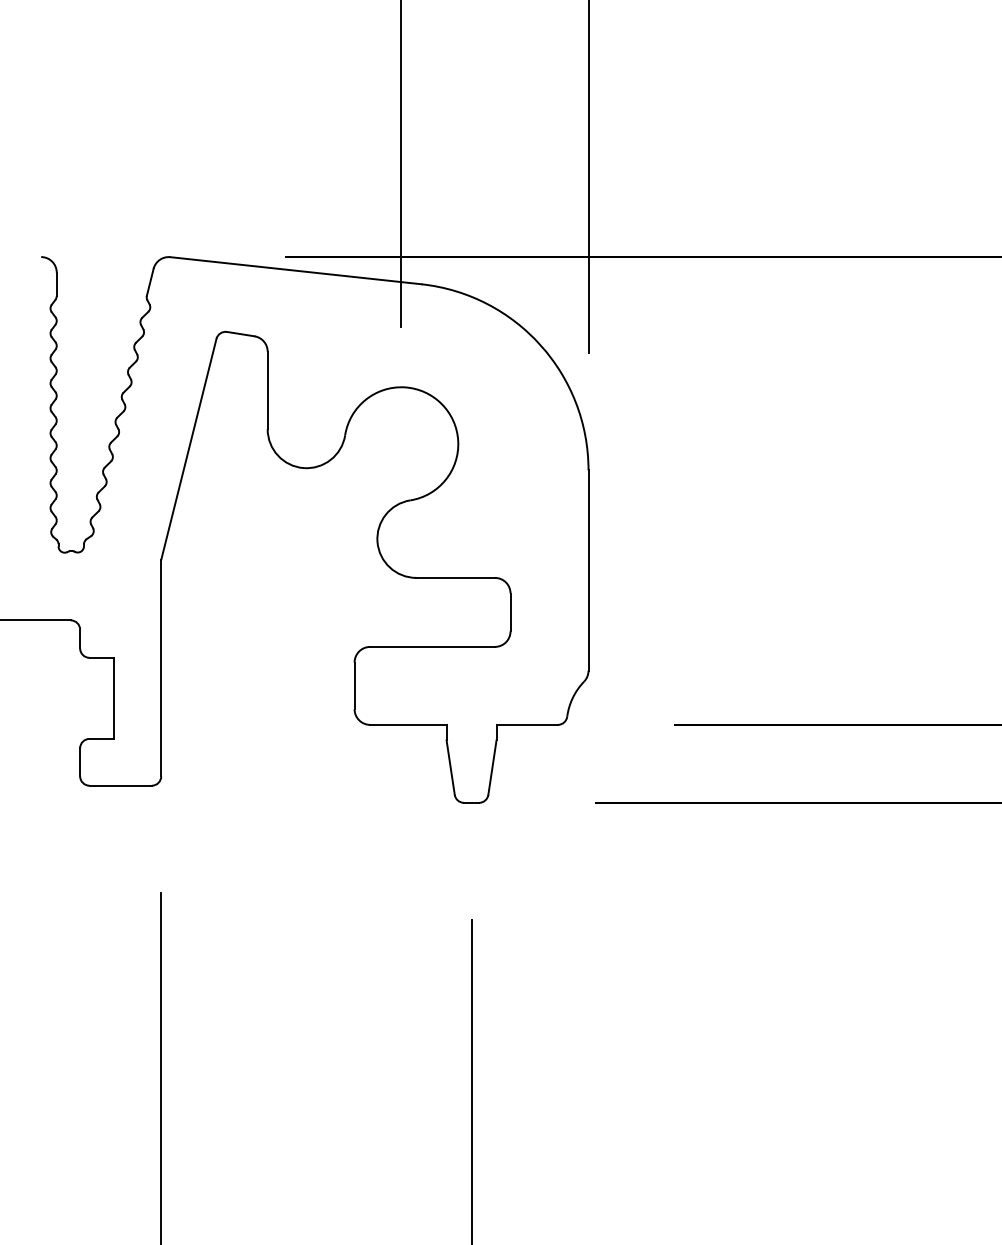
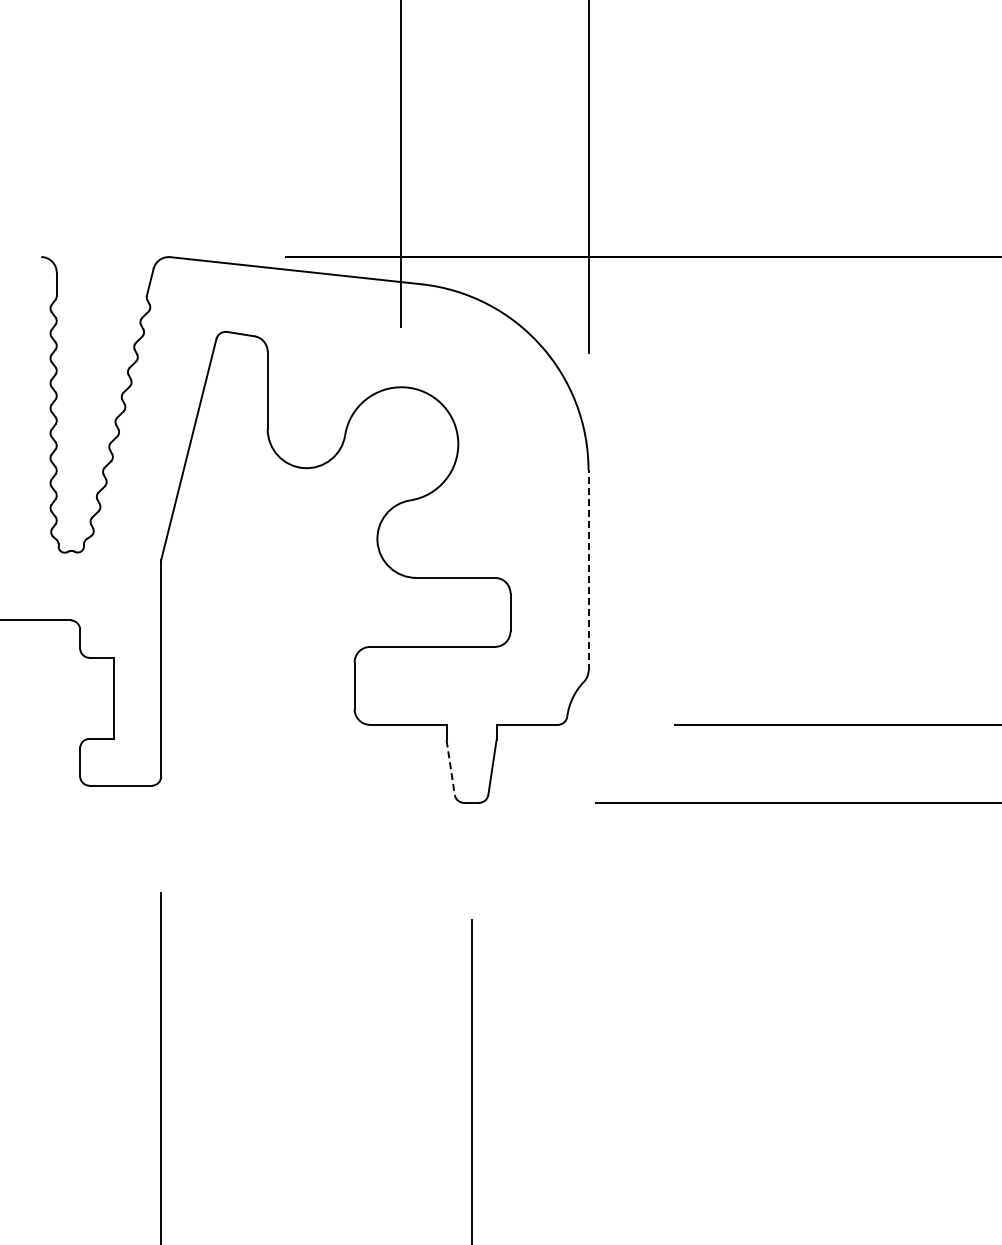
line at (588, 570): solid -> dashed
line at (450, 767): solid -> dashed
